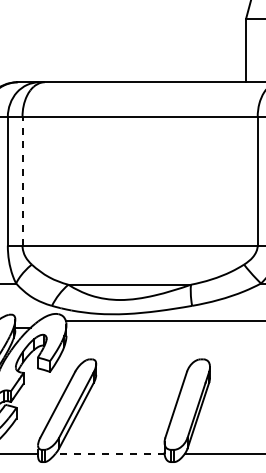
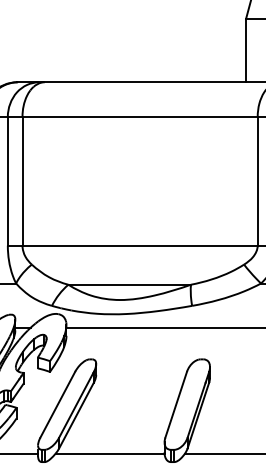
line at (22, 180): dashed -> solid
line at (164, 320) position: (164, 320) -> (164, 327)
line at (109, 453): dashed -> solid
